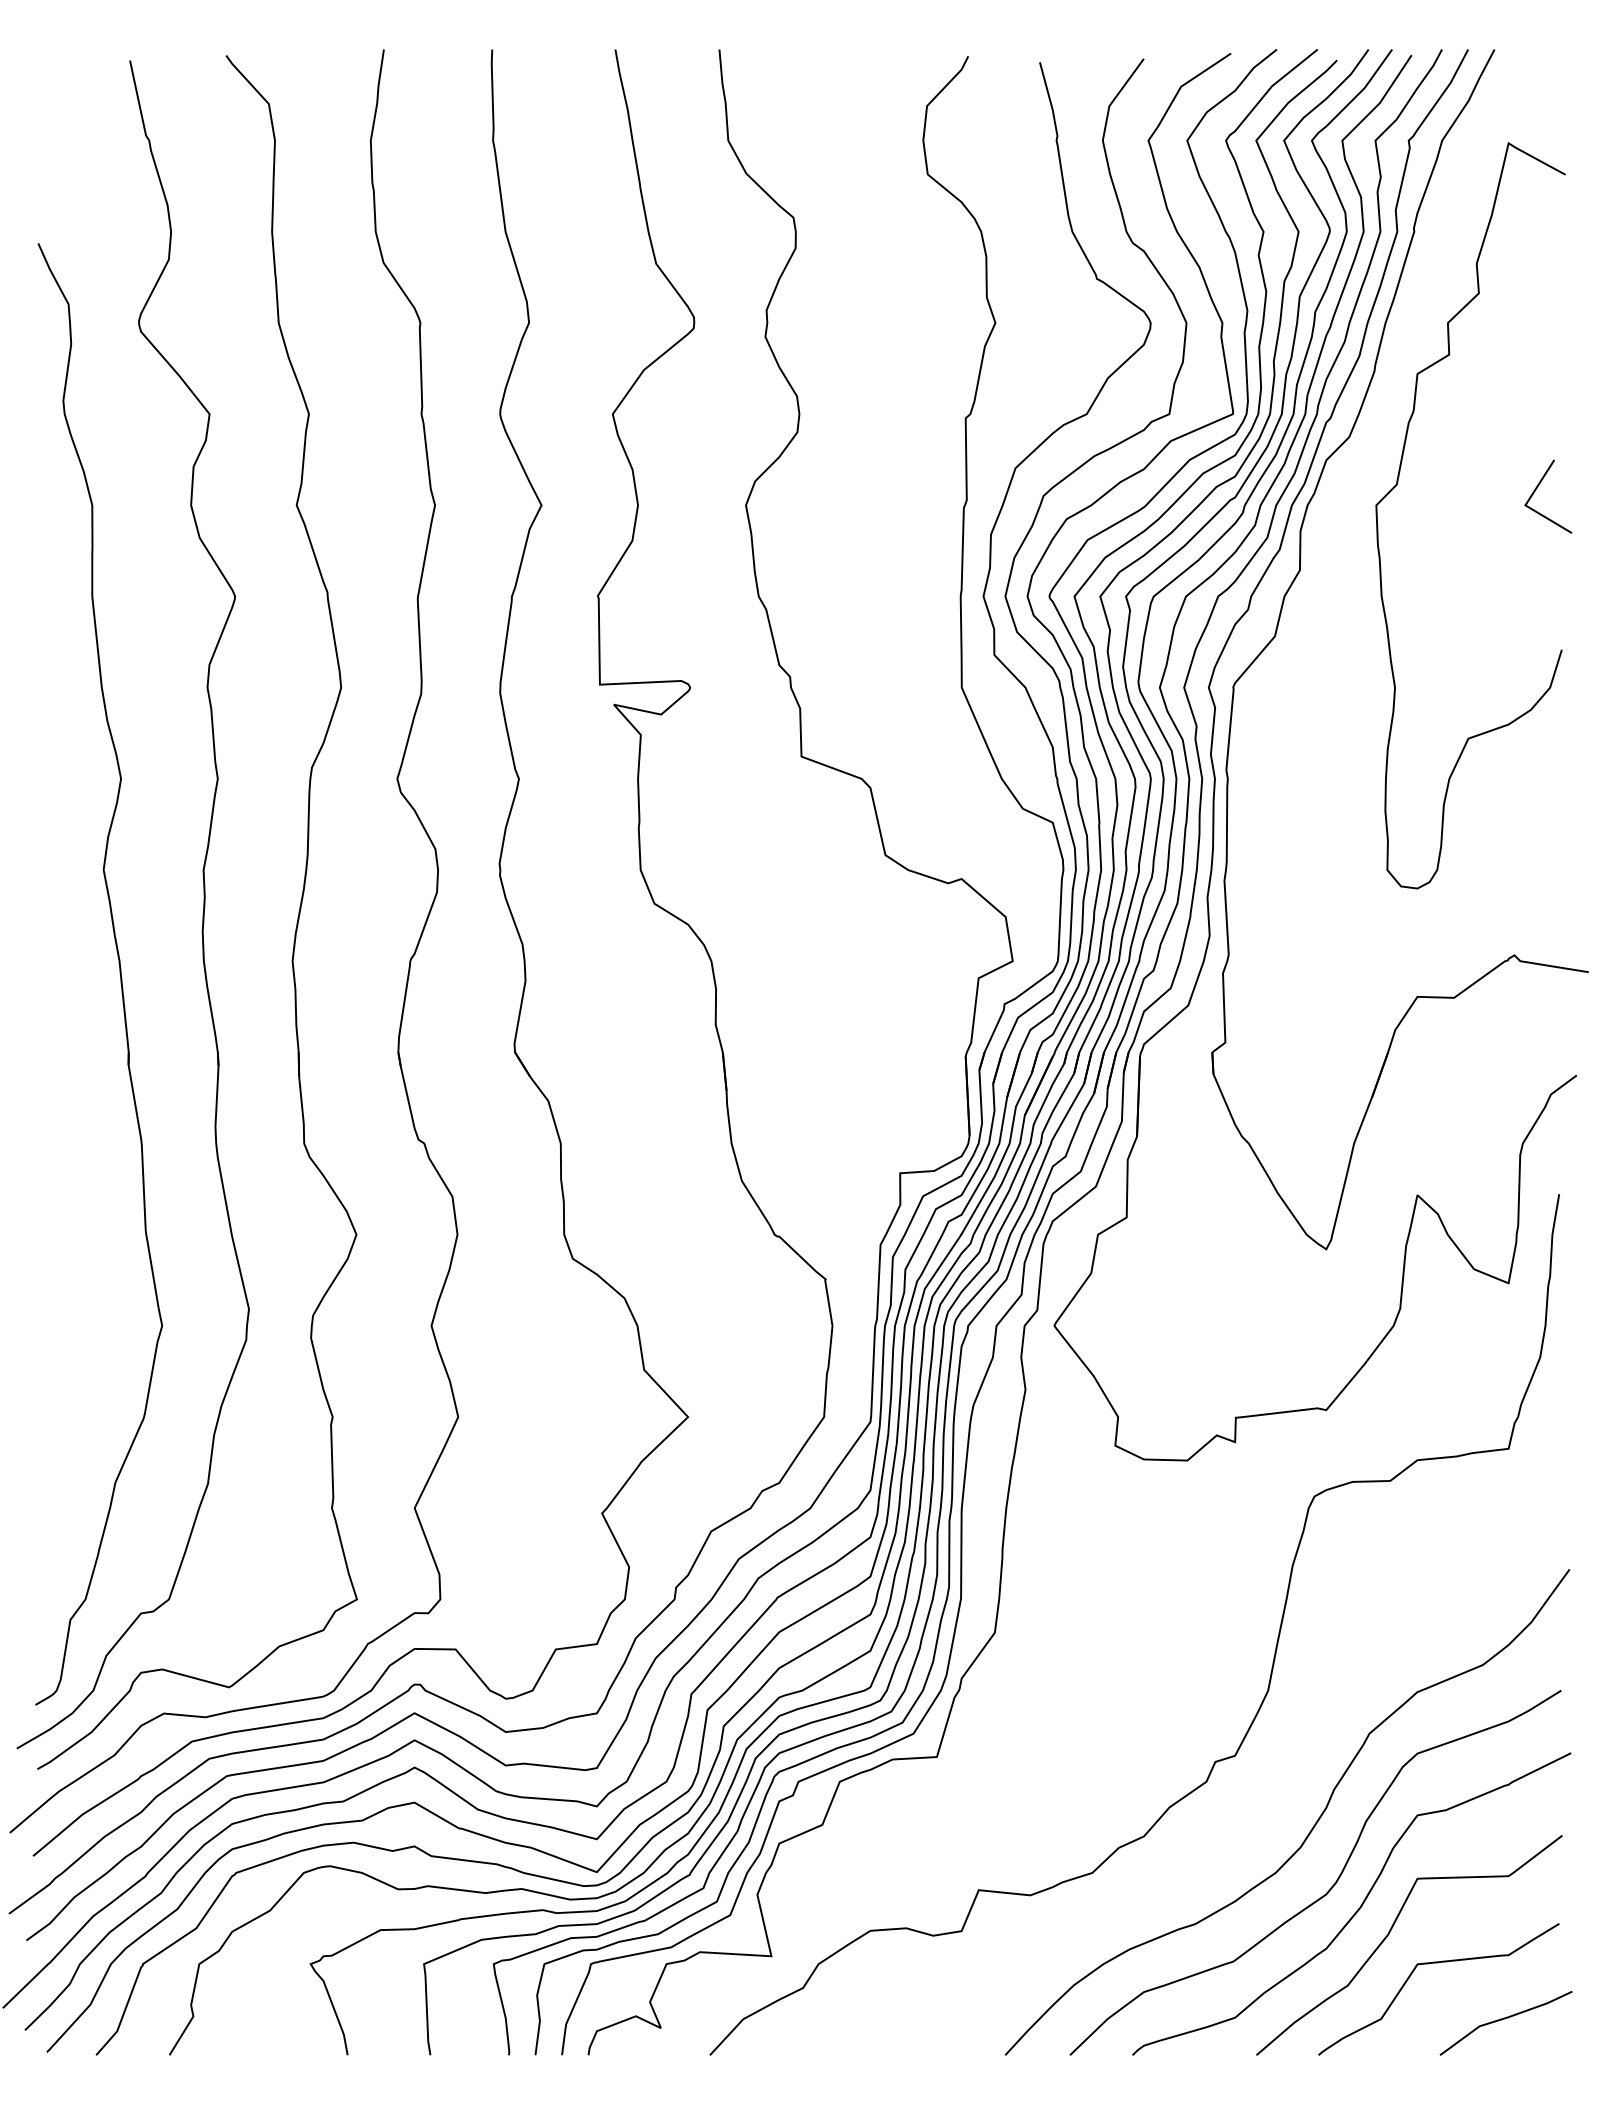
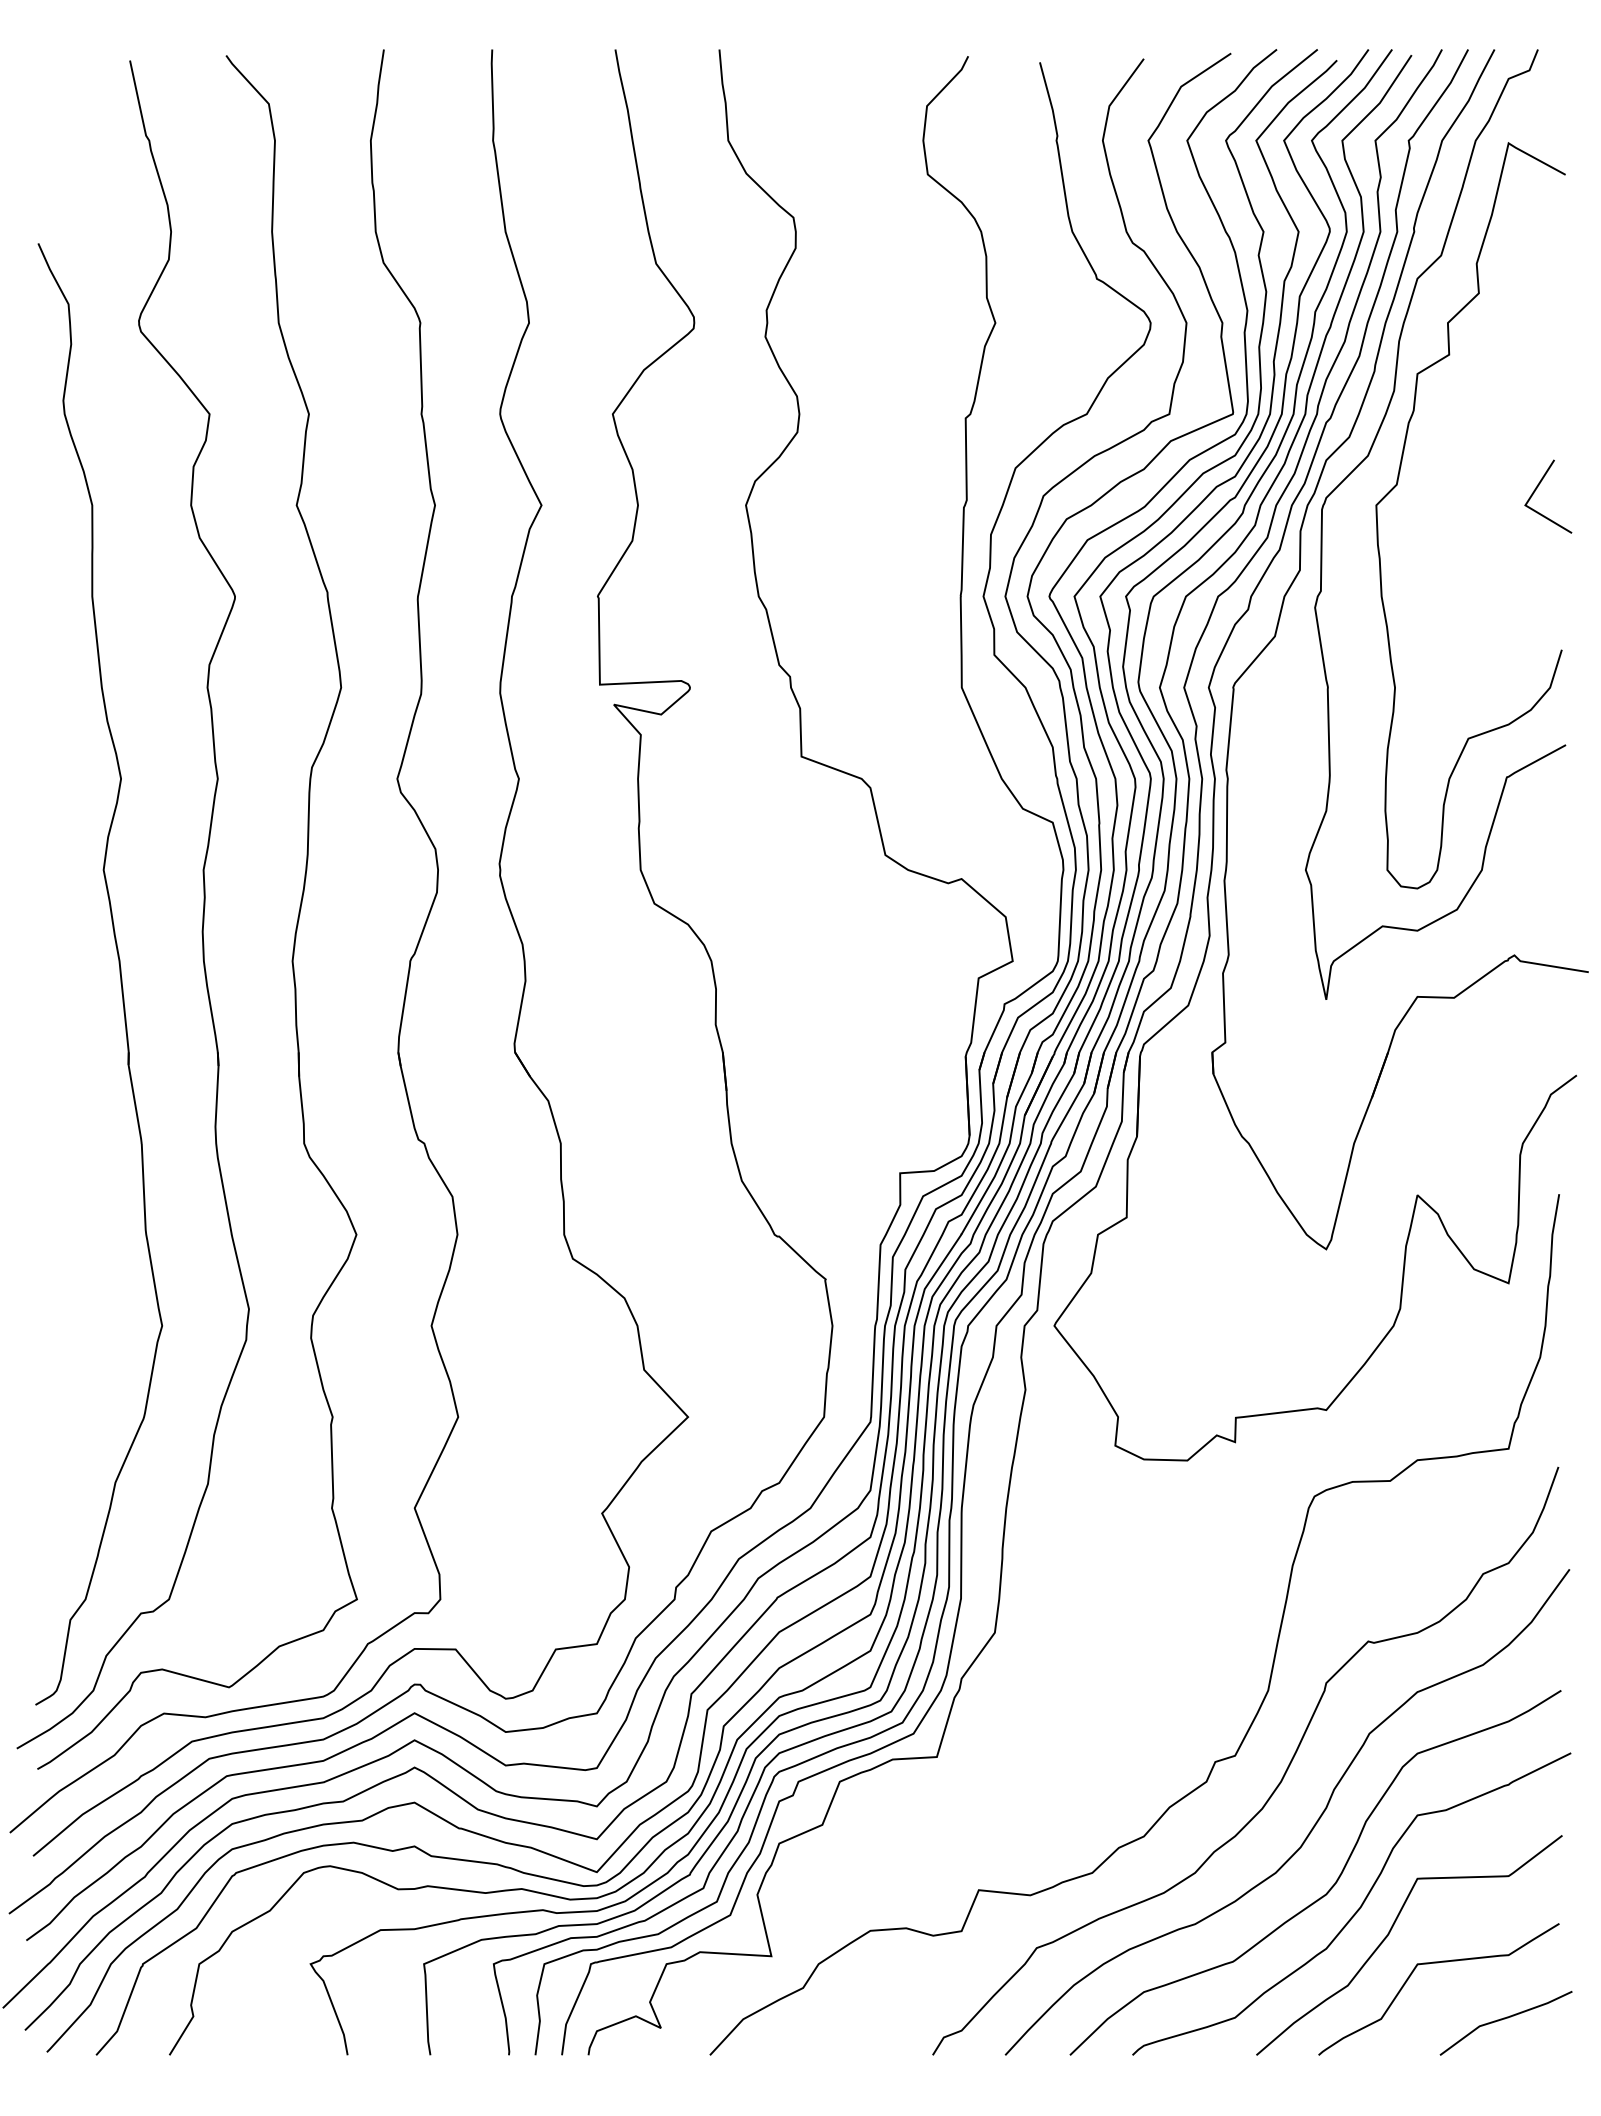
curve at (1368, 456): none -> present
curve at (1278, 1783): none -> present
